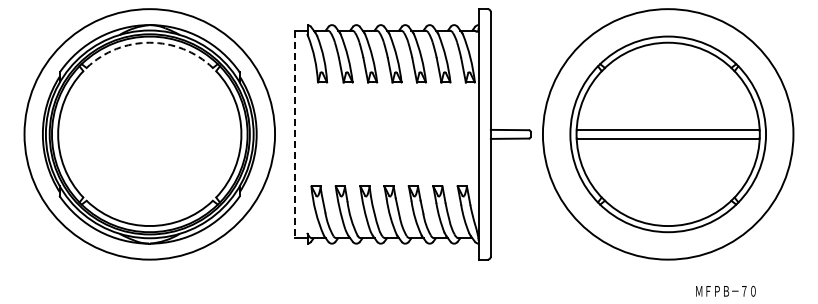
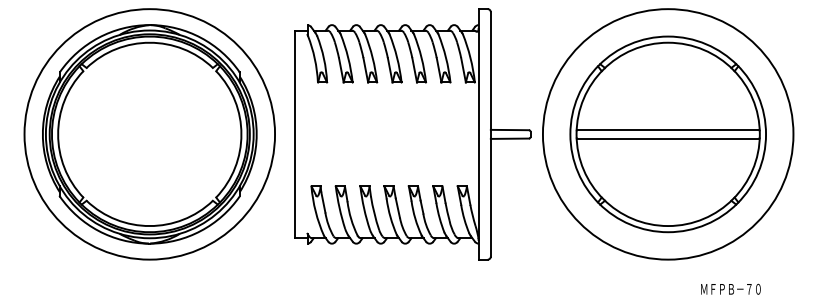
arc at (149, 42): dashed -> solid
line at (295, 134): dashed -> solid
text at (725, 290) position: (725, 290) -> (730, 288)
